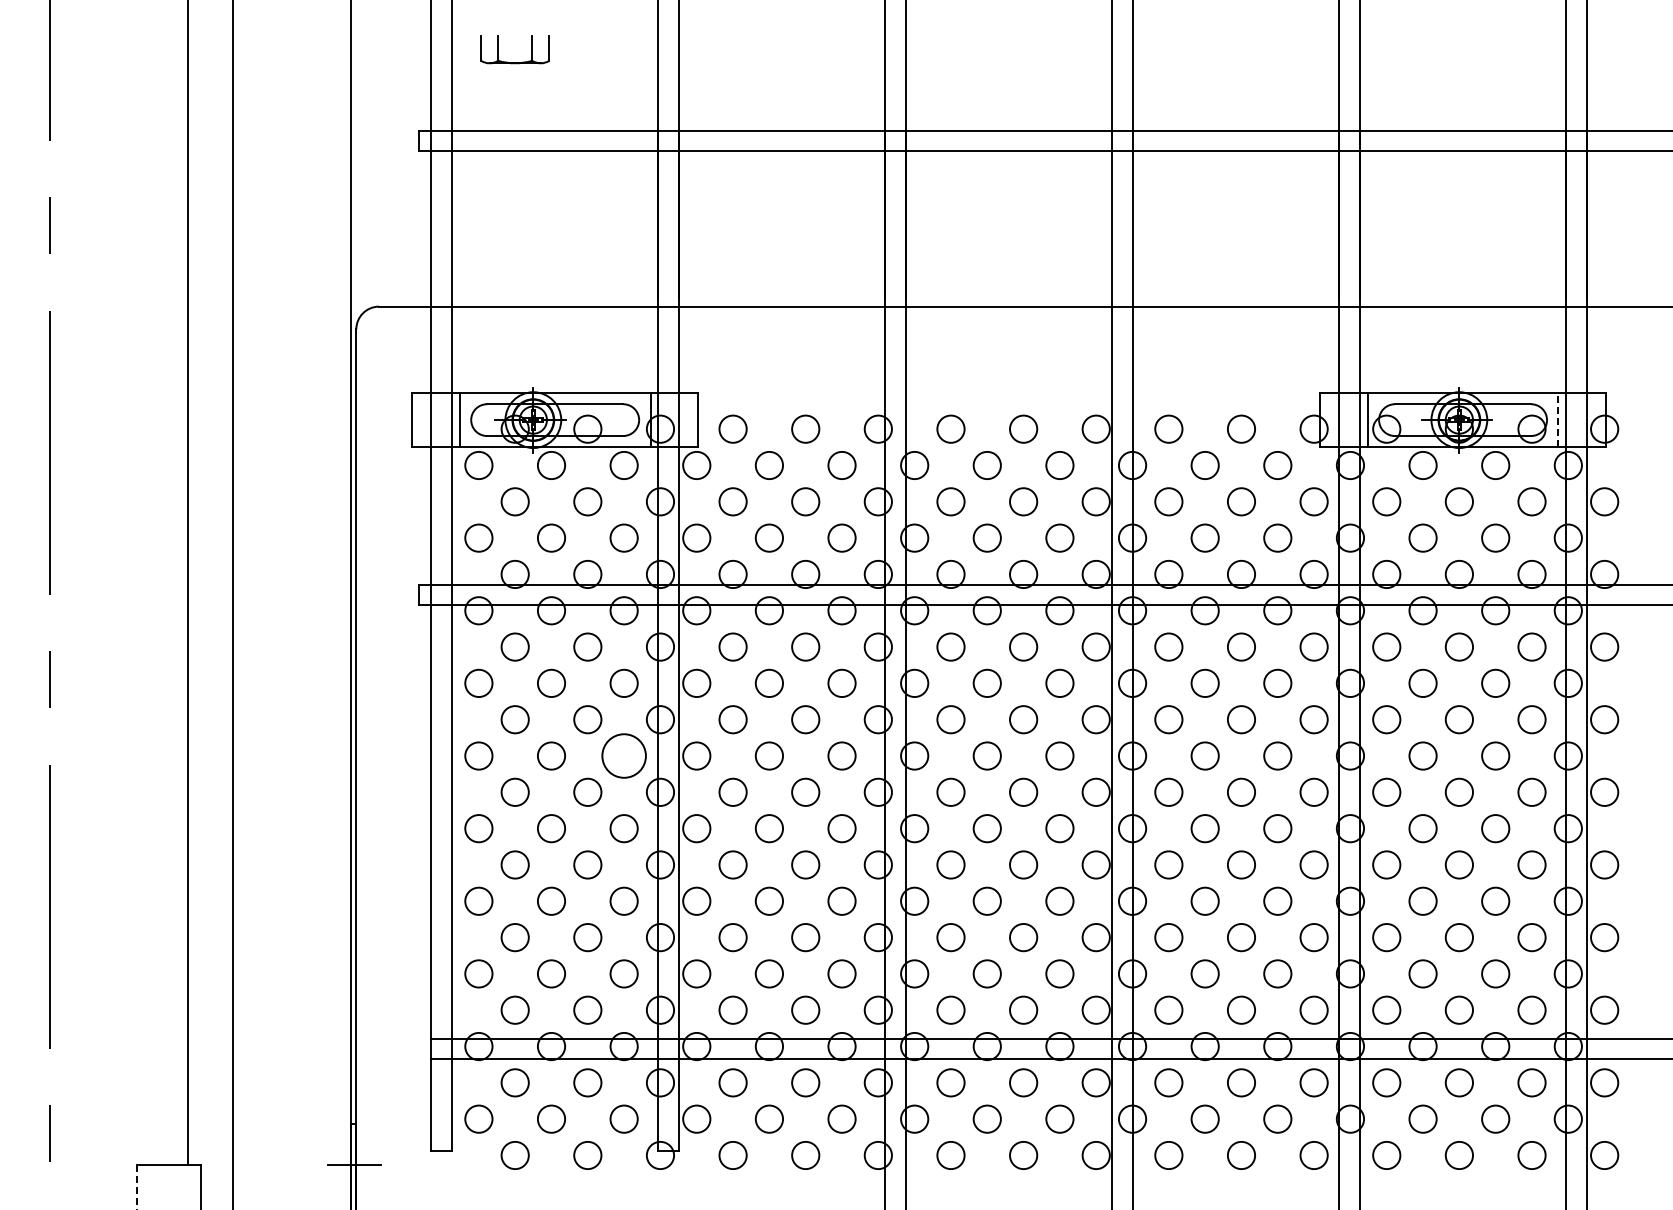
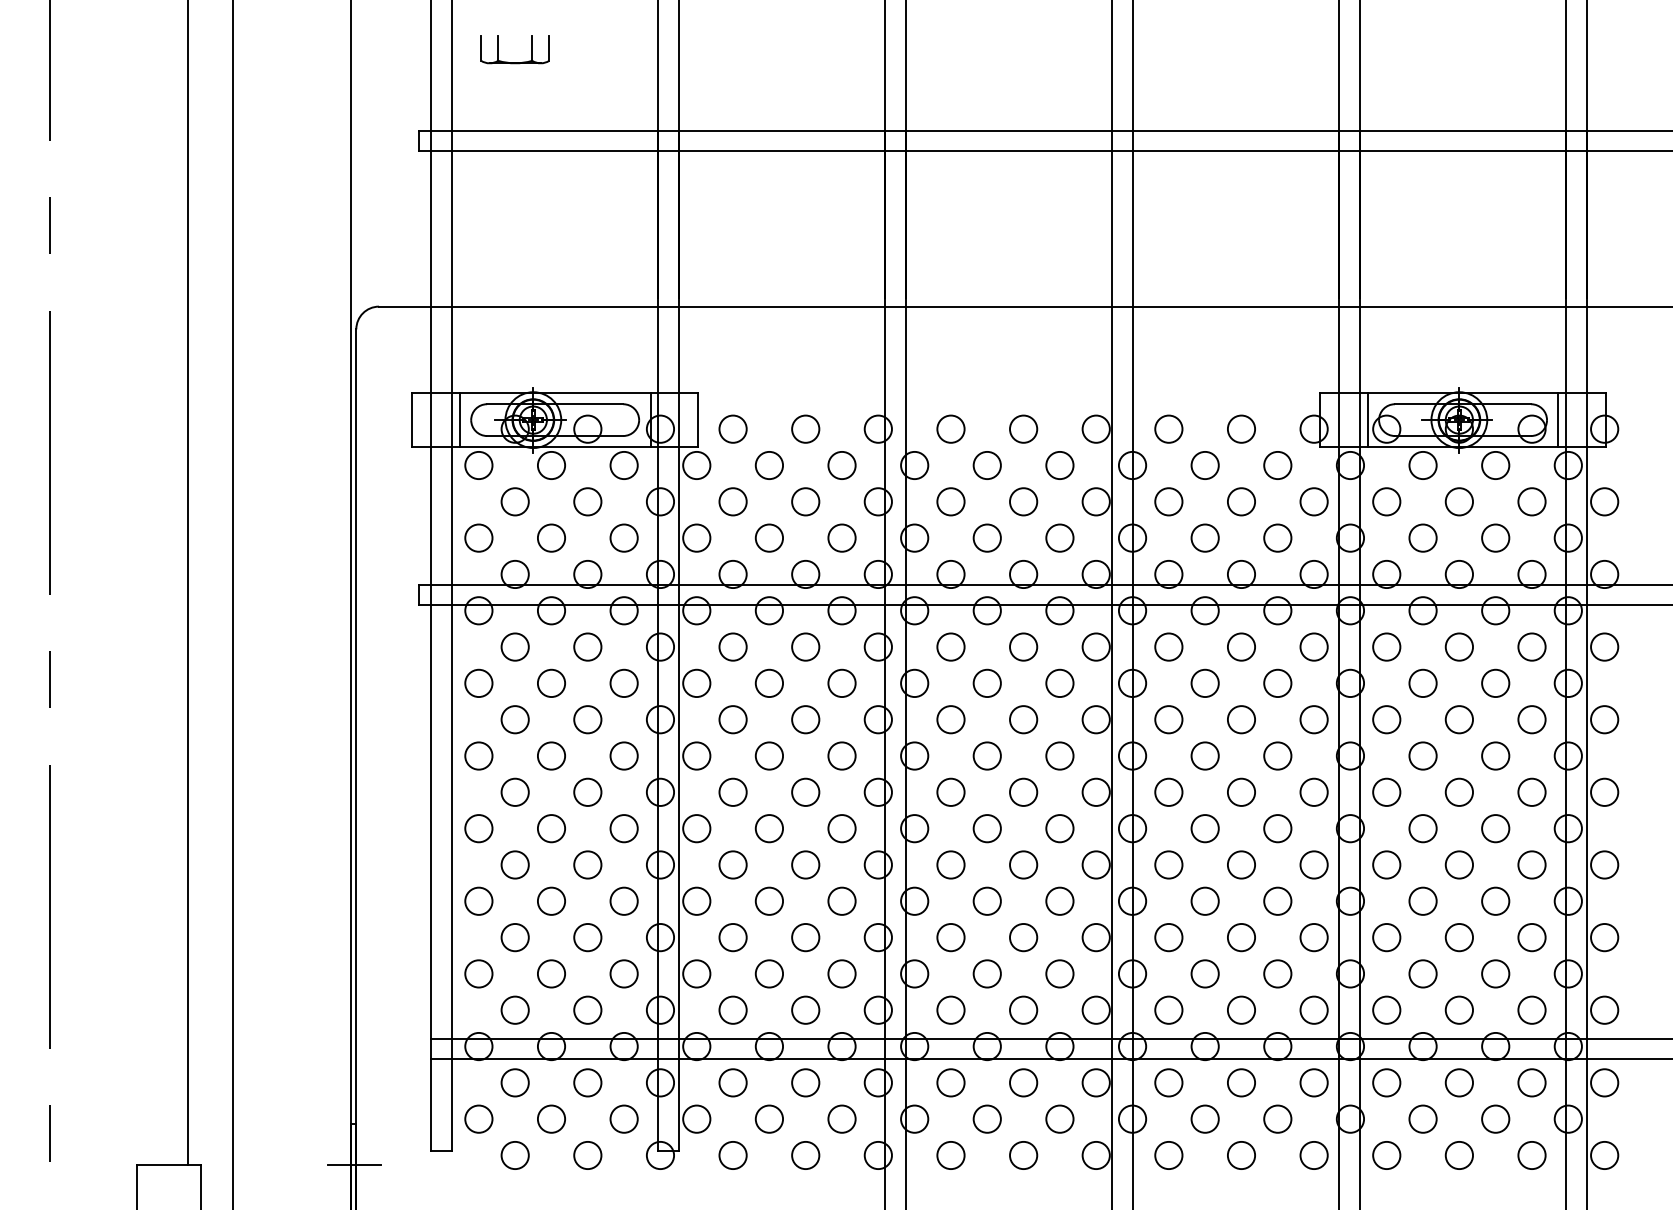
line at (1558, 419): dashed -> solid
circle at (623, 755) diameter: 44 px -> 27 px
line at (137, 1187): dashed -> solid
